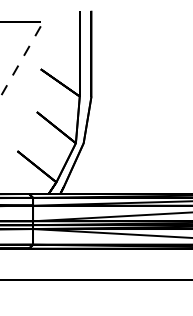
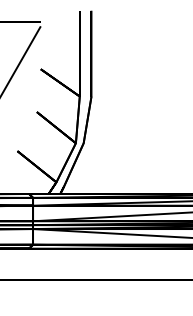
line at (20, 61): dashed -> solid
